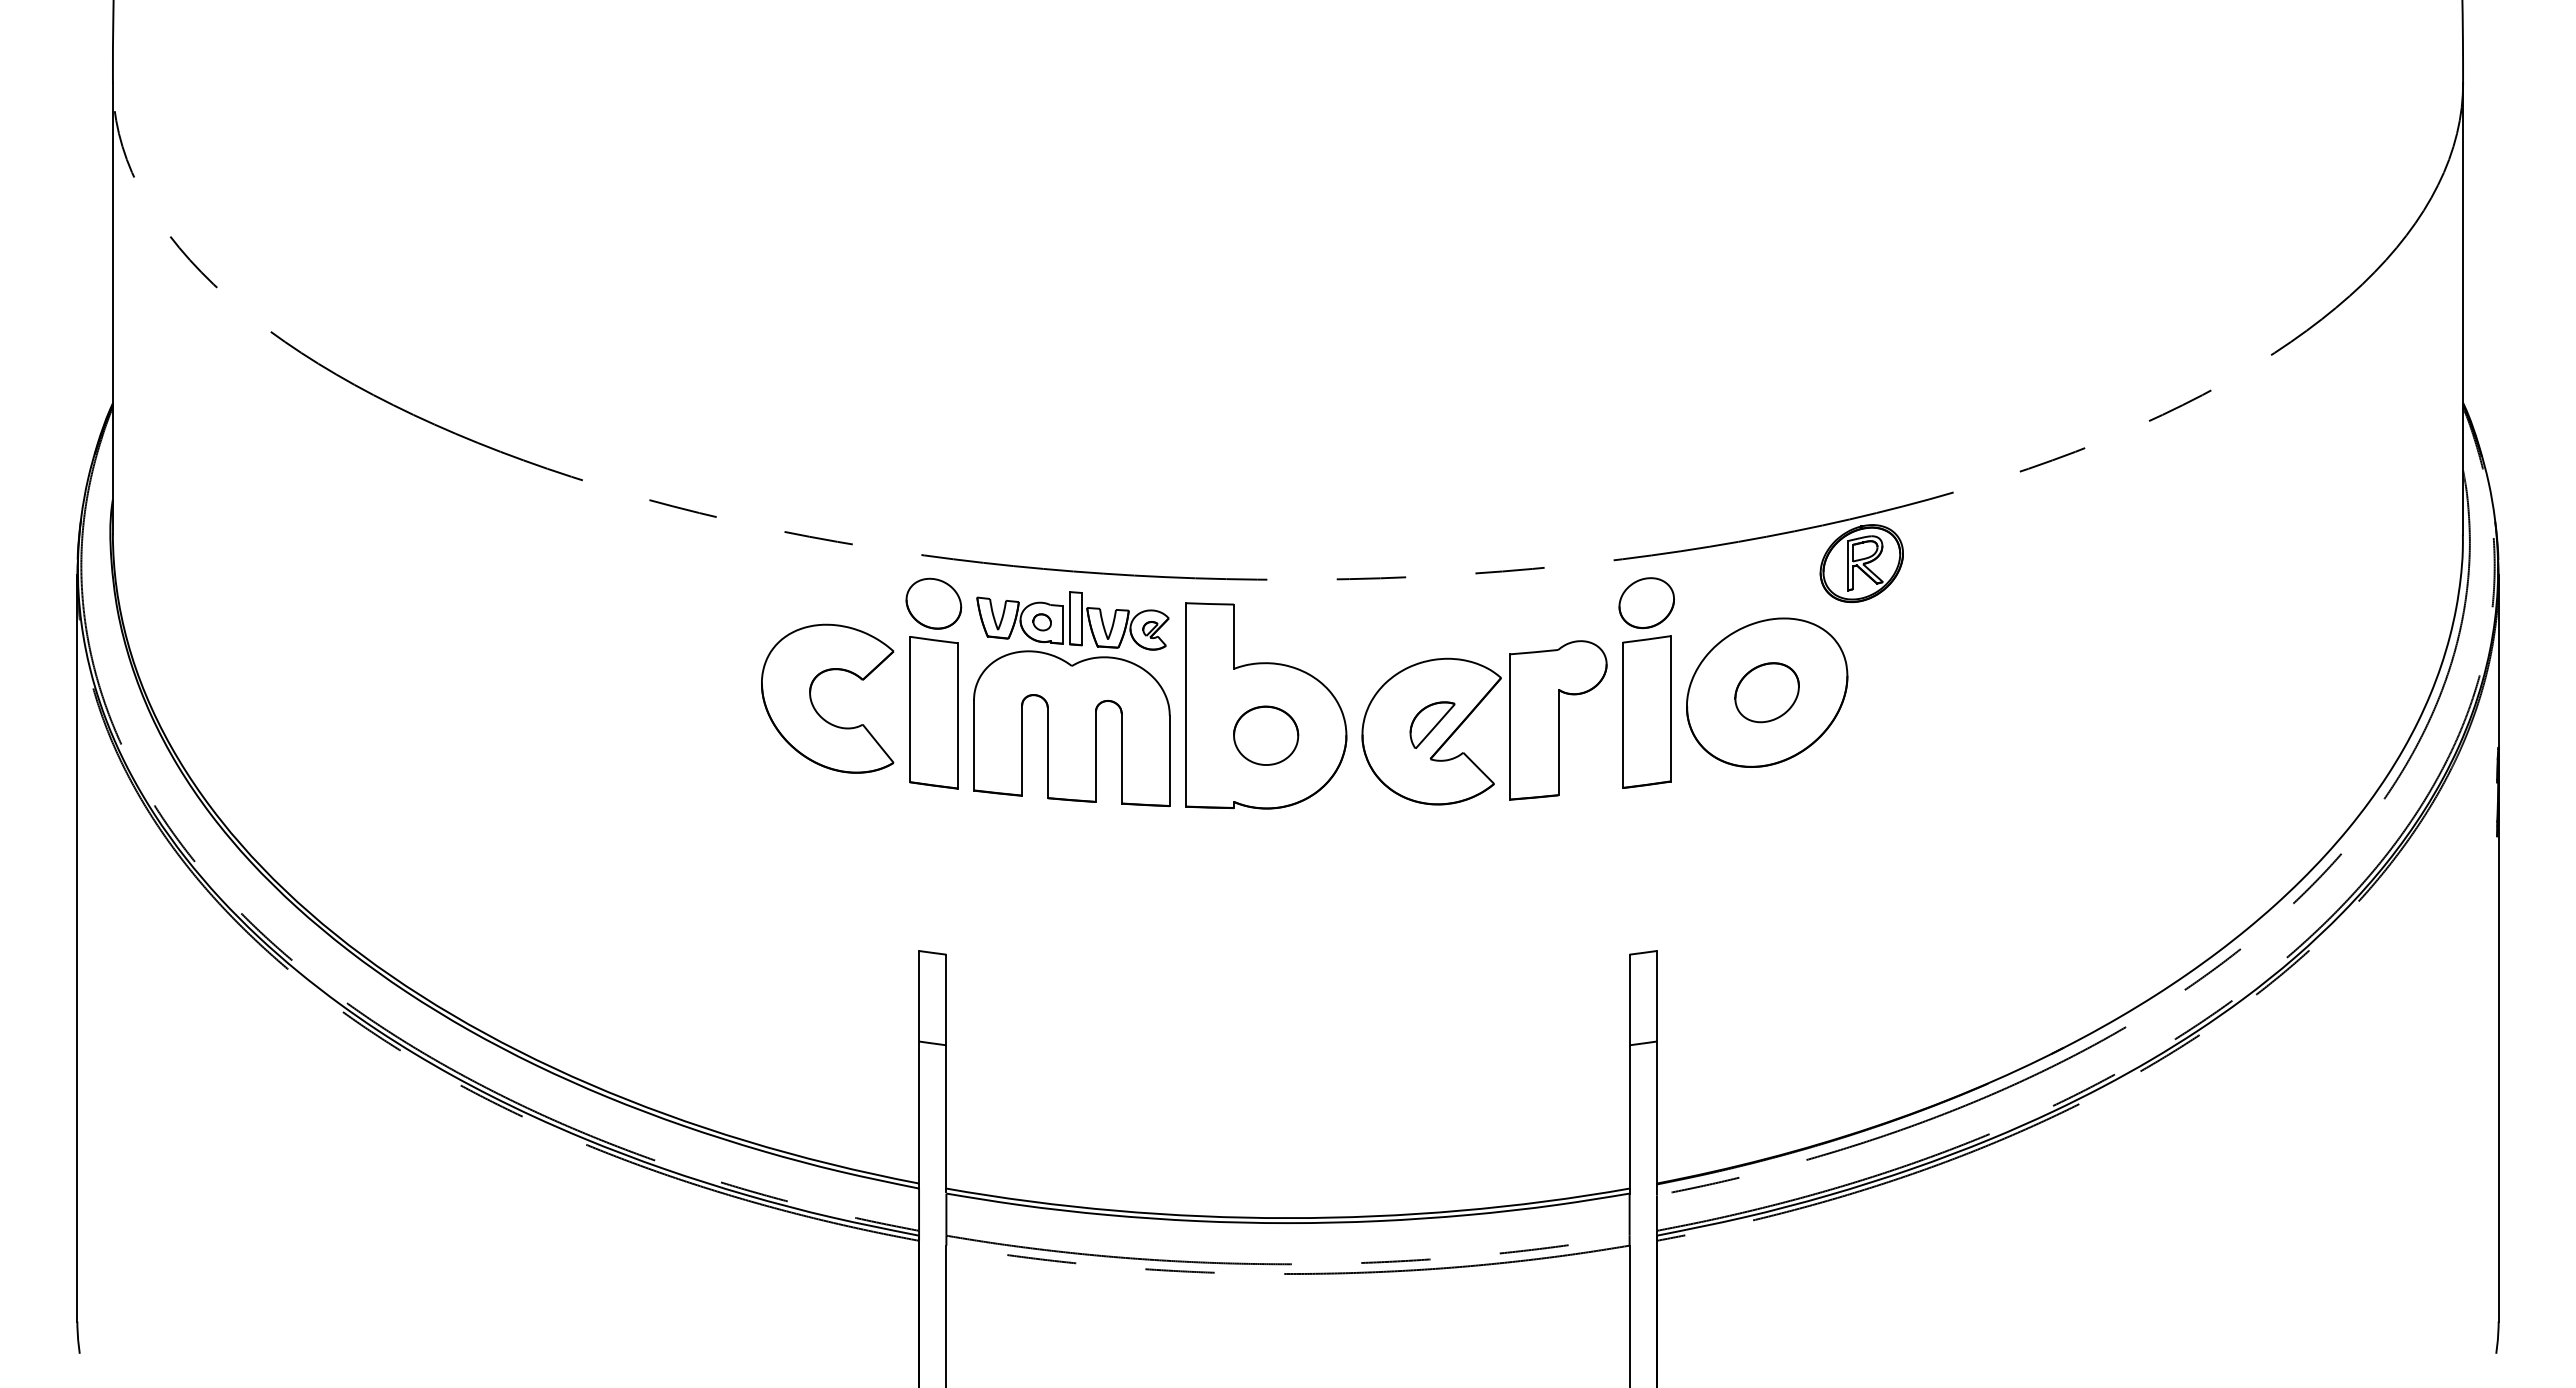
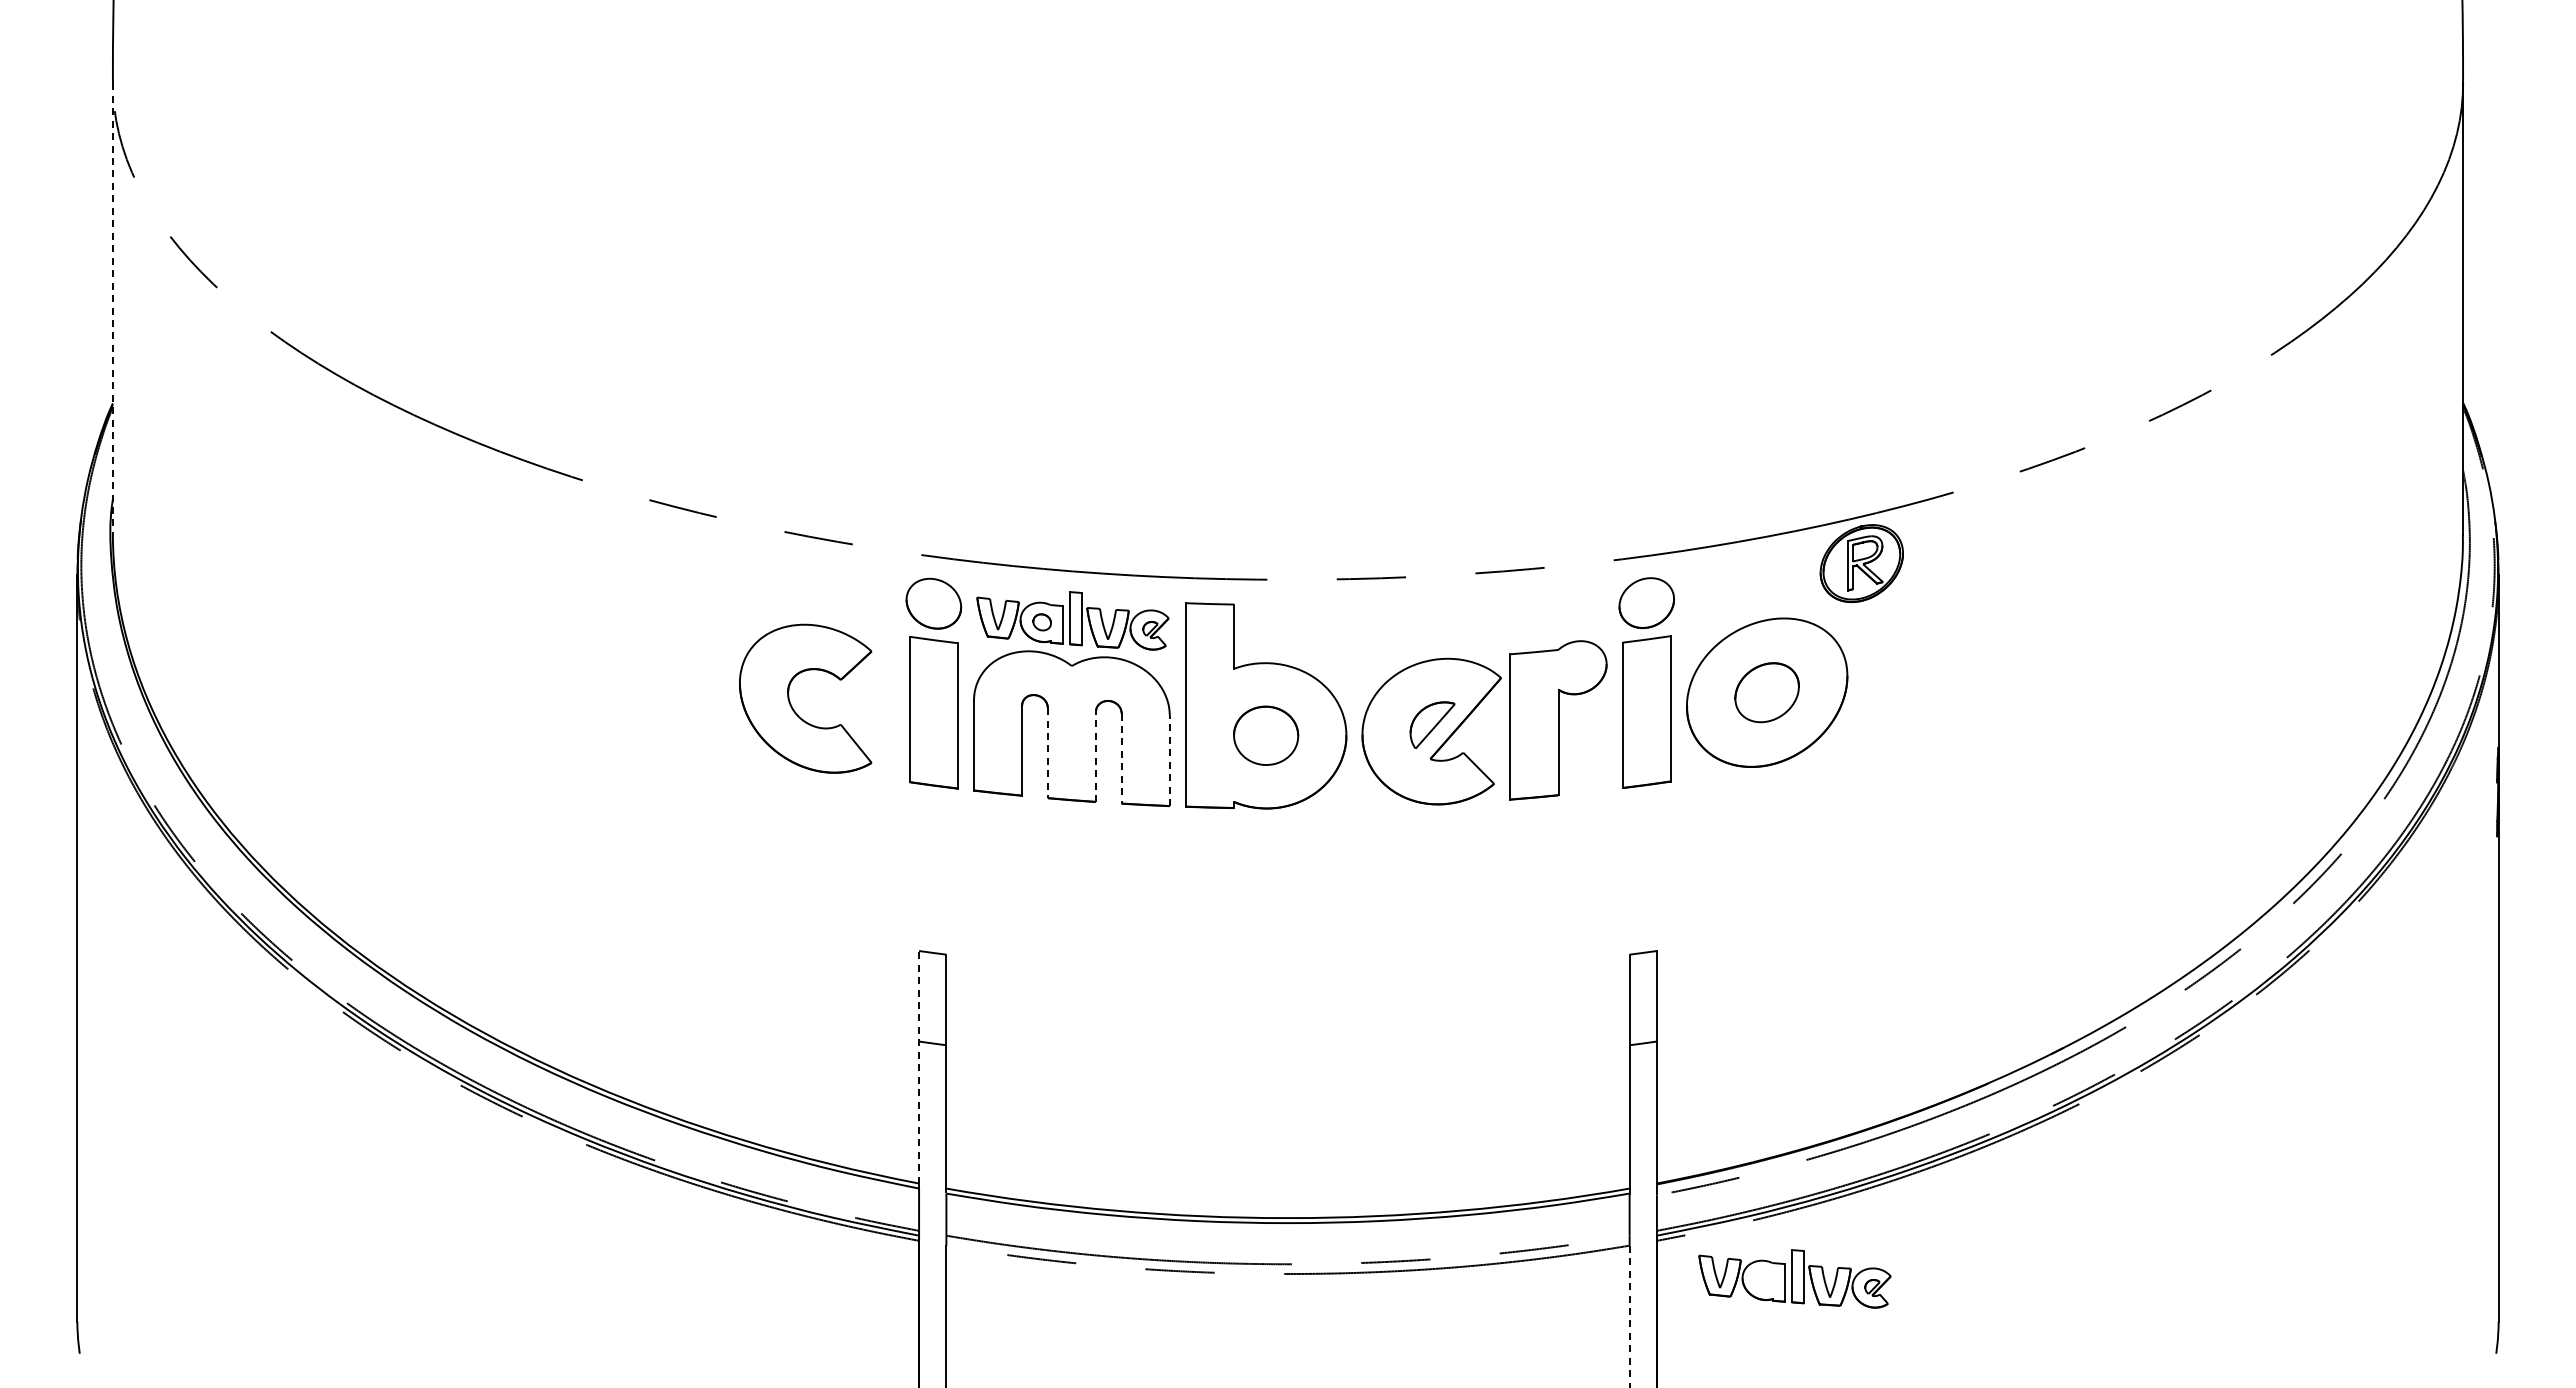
line at (112, 308): solid -> dashed
part at (813, 704) position: (813, 704) -> (791, 704)
line at (1047, 753): solid -> dashed
line at (1096, 756): solid -> dashed
line at (1121, 759): solid -> dashed
line at (1169, 760): solid -> dashed
line at (919, 1066): solid -> dashed
part at (1794, 1278): none -> present
line at (1629, 1316): solid -> dashed
